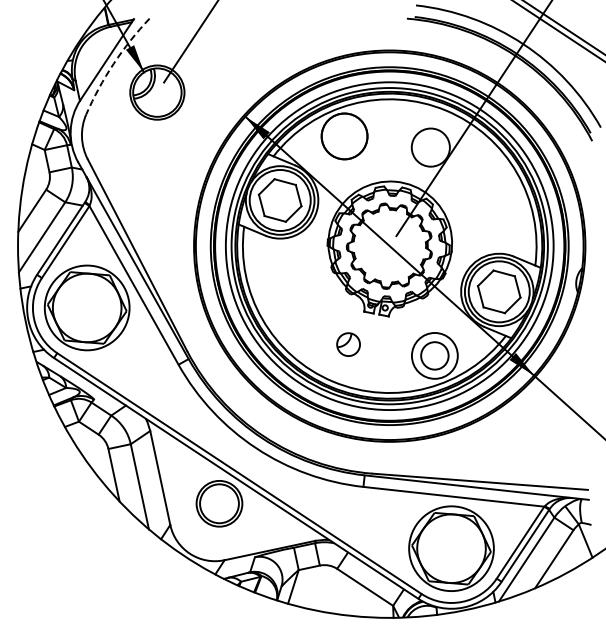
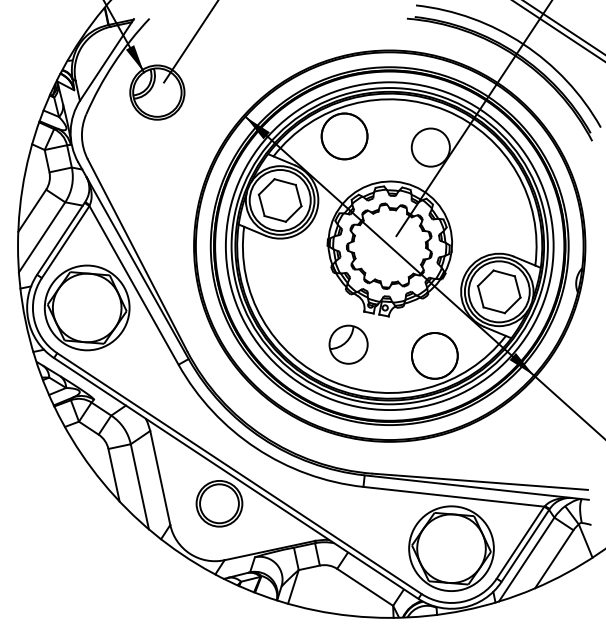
arc at (113, 63): dashed -> solid
part at (348, 344) size: 25x25 px -> 41x41 px
circle at (434, 355) diameter: 27 px -> 46 px
